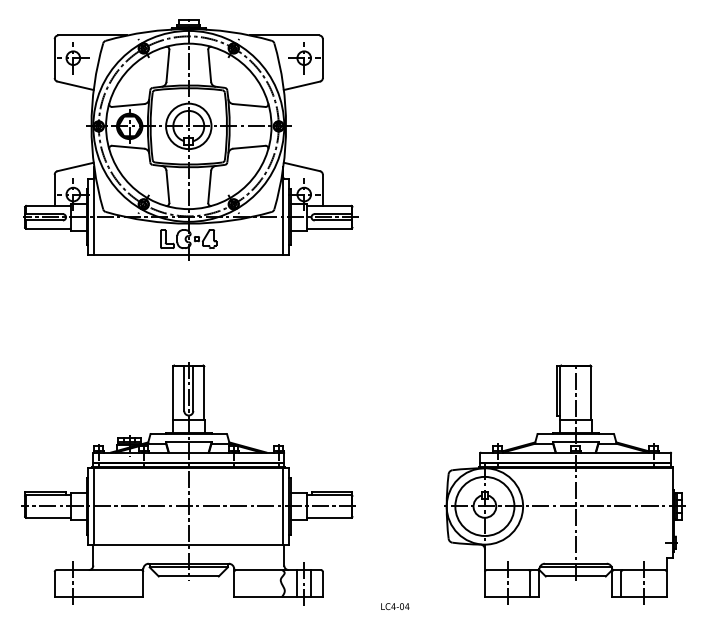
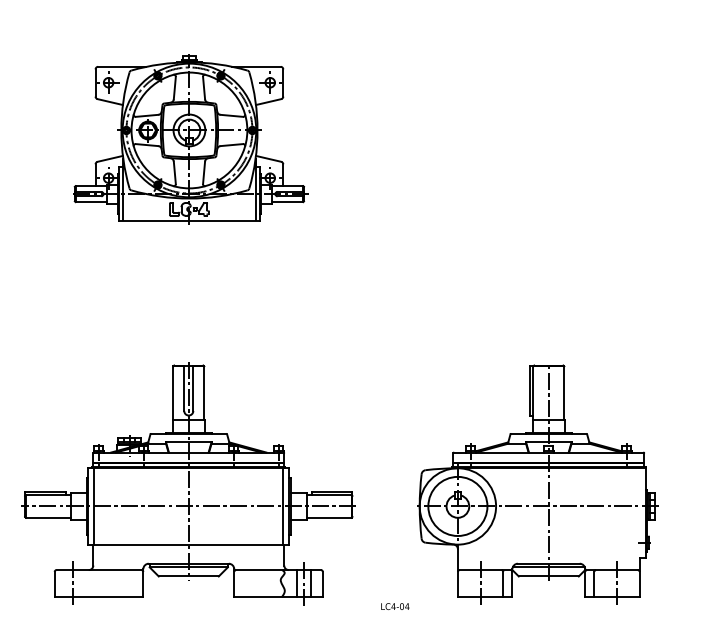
part at (190, 139) size: 336x242 px -> 236x171 px
part at (564, 484) position: (564, 484) -> (537, 484)
